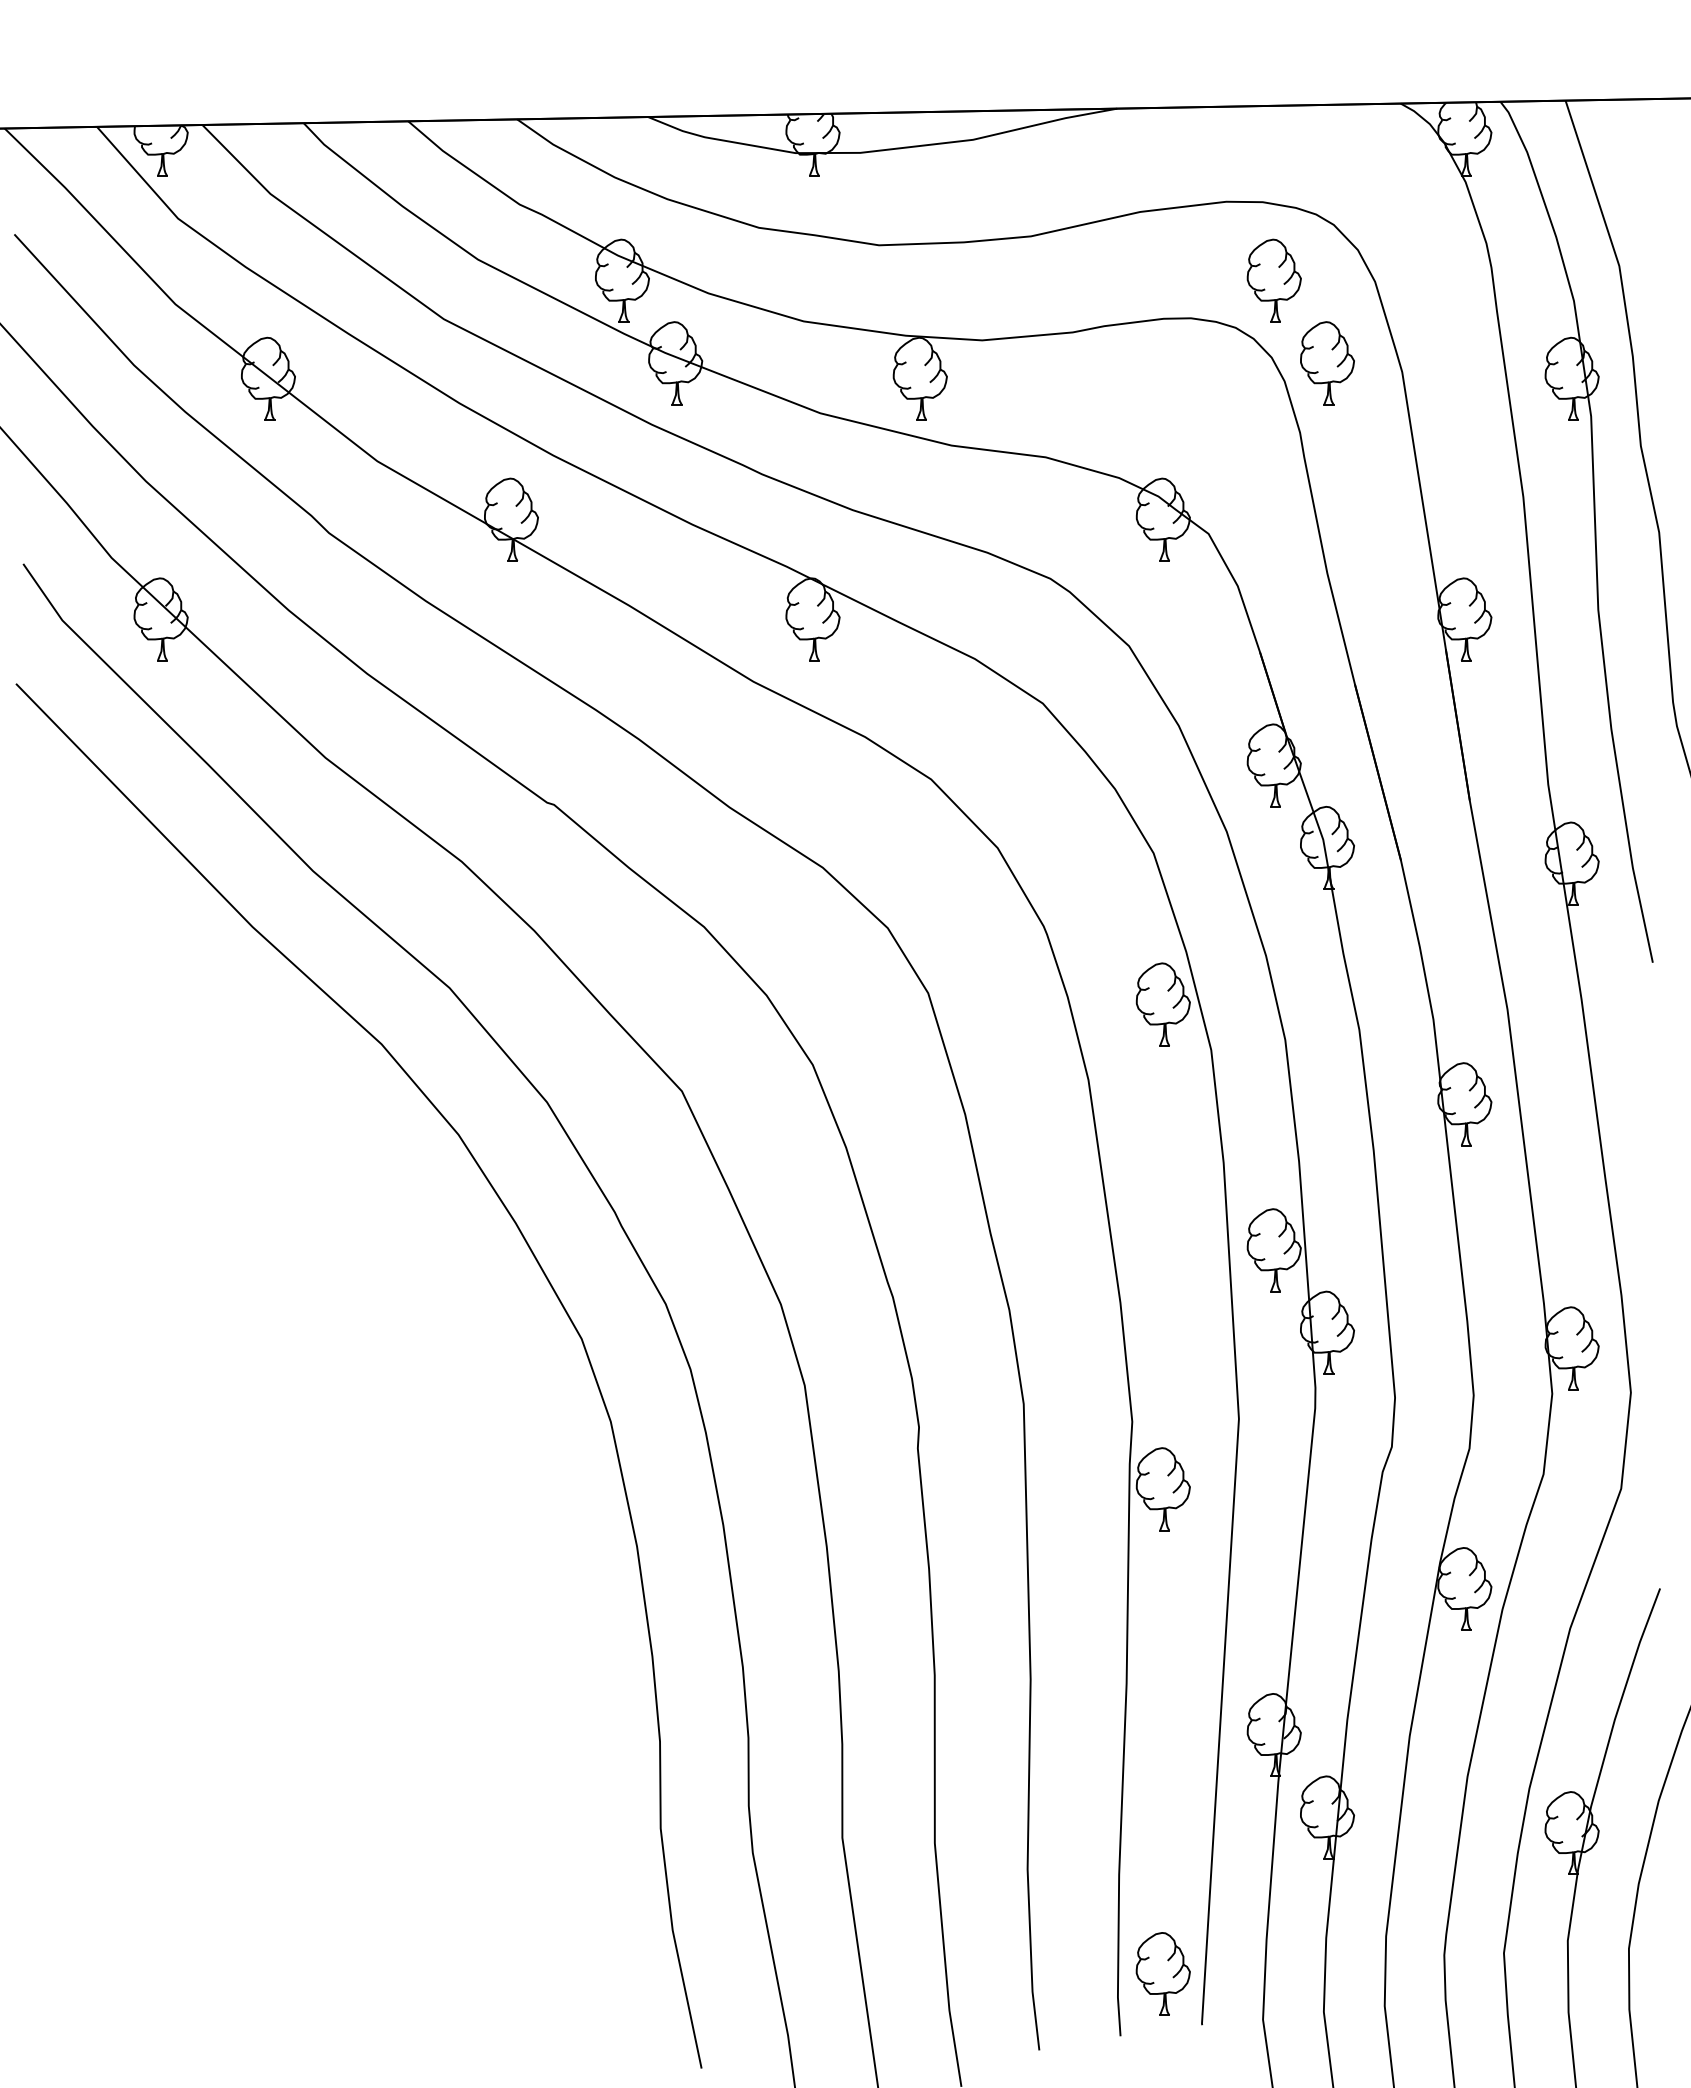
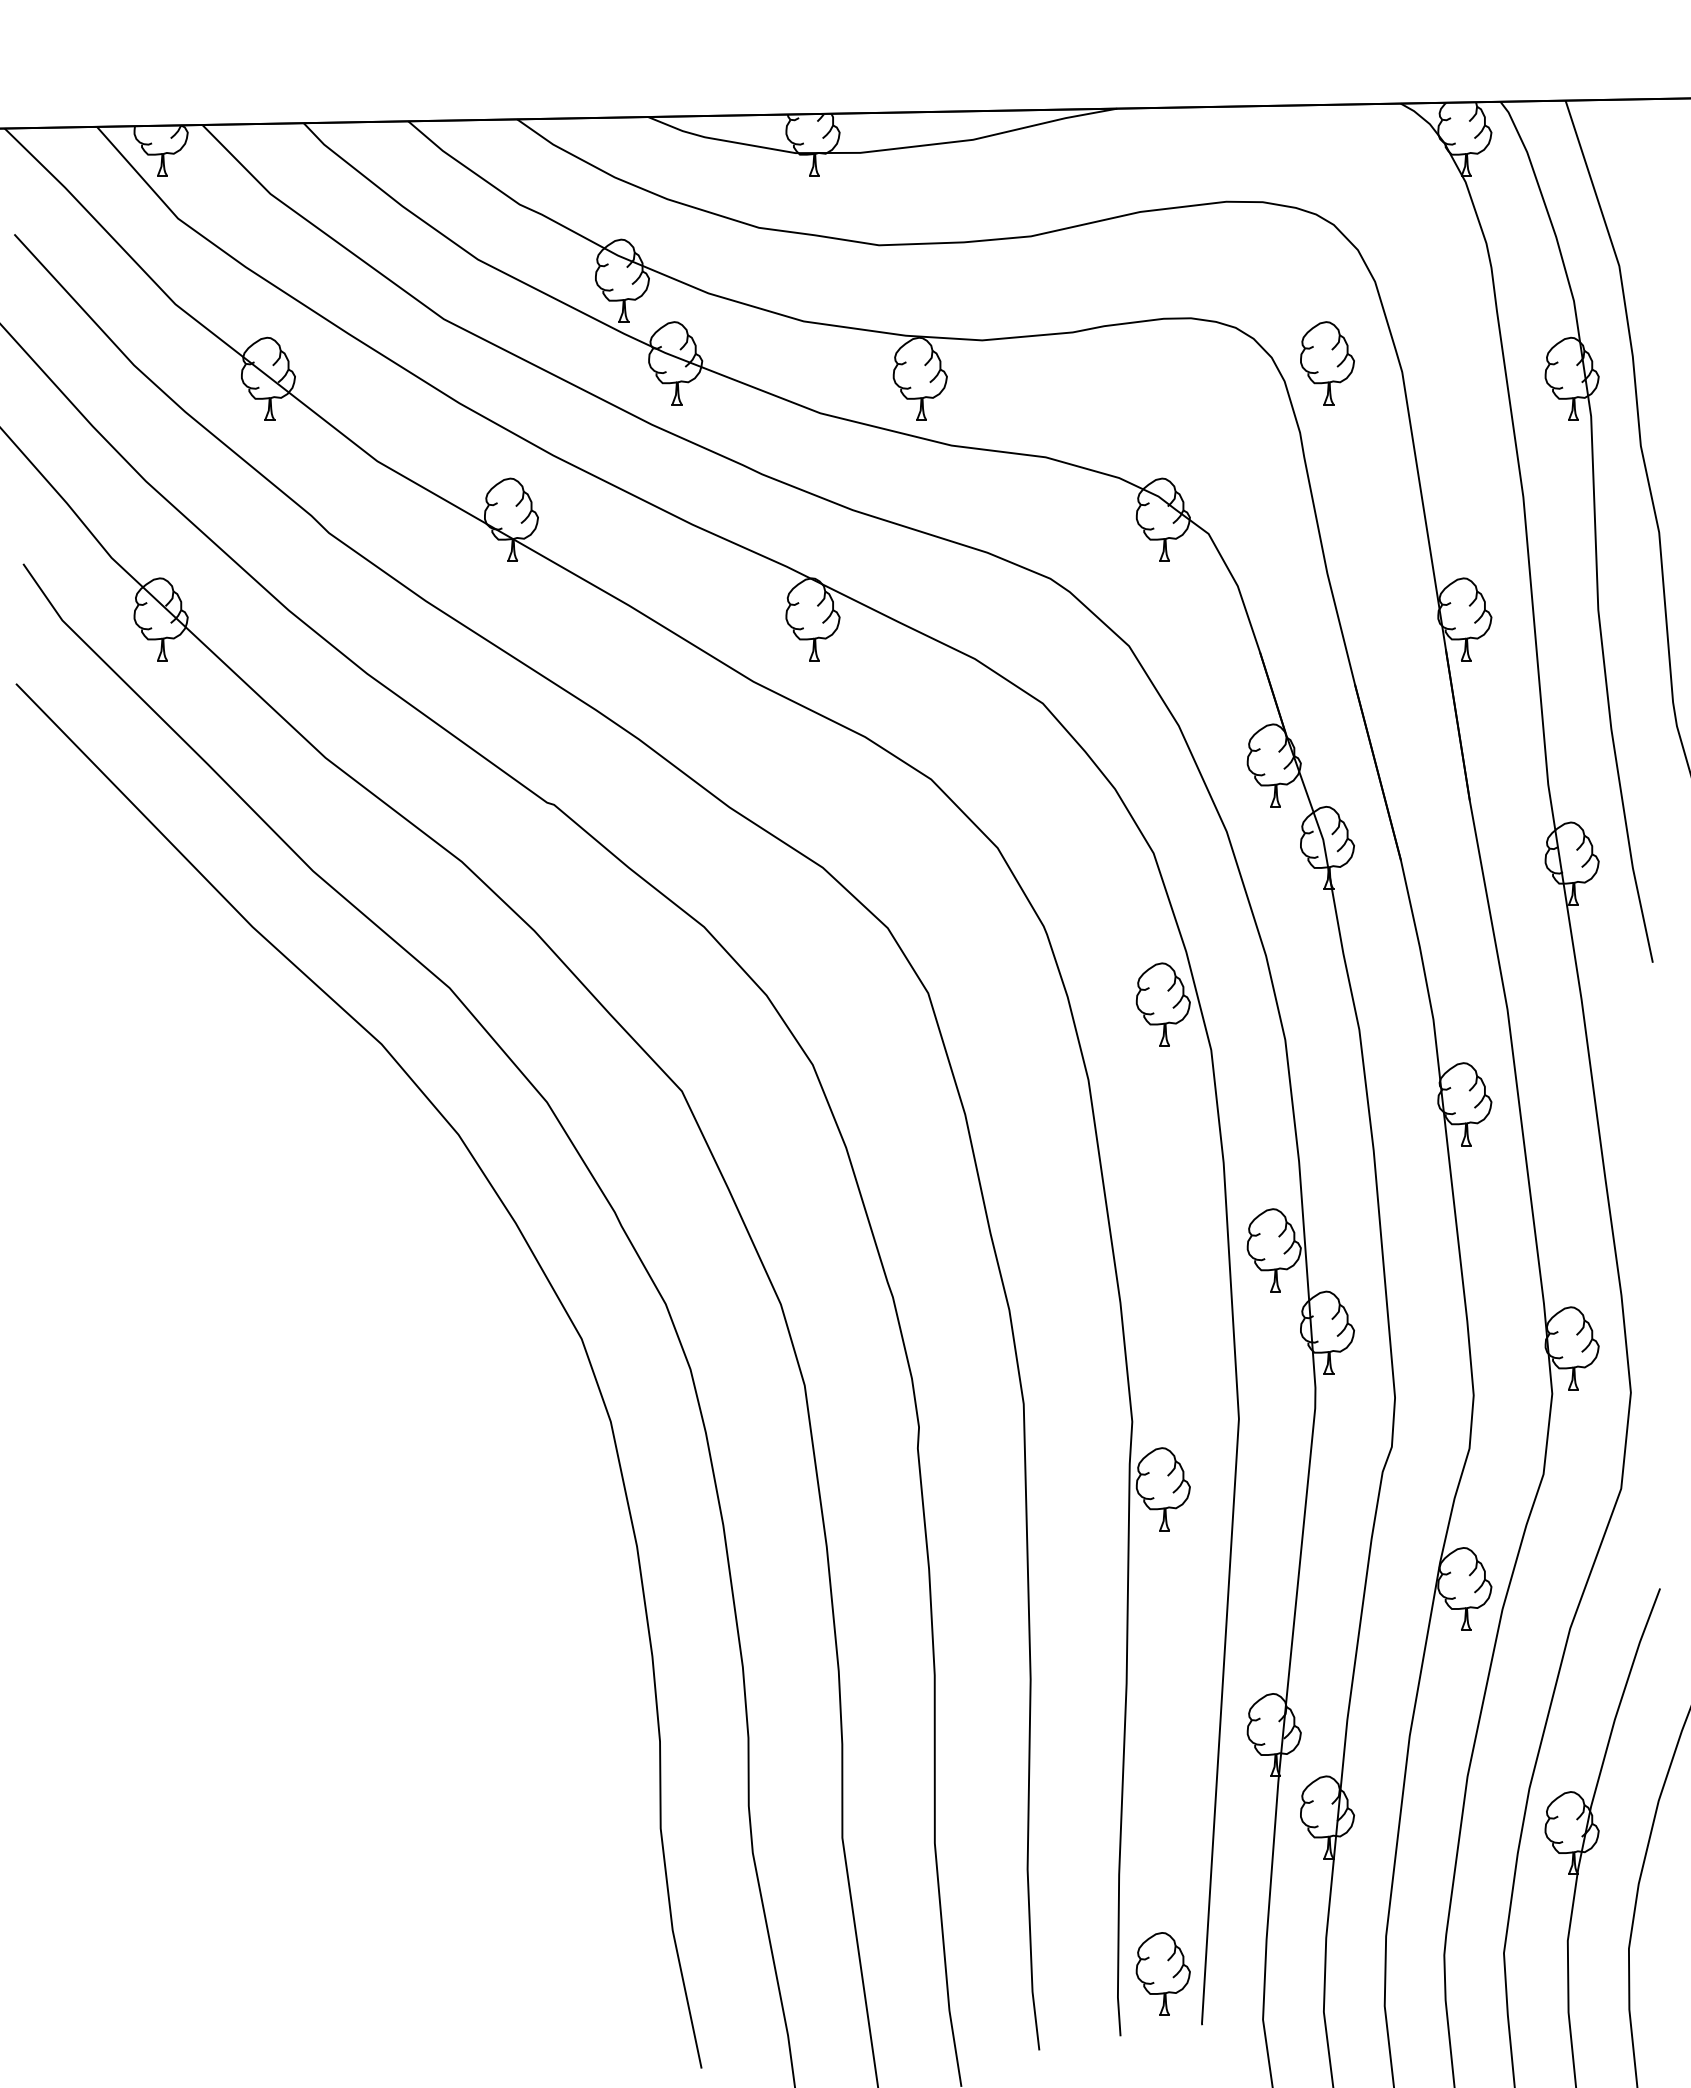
part at (1273, 280): present -> none
